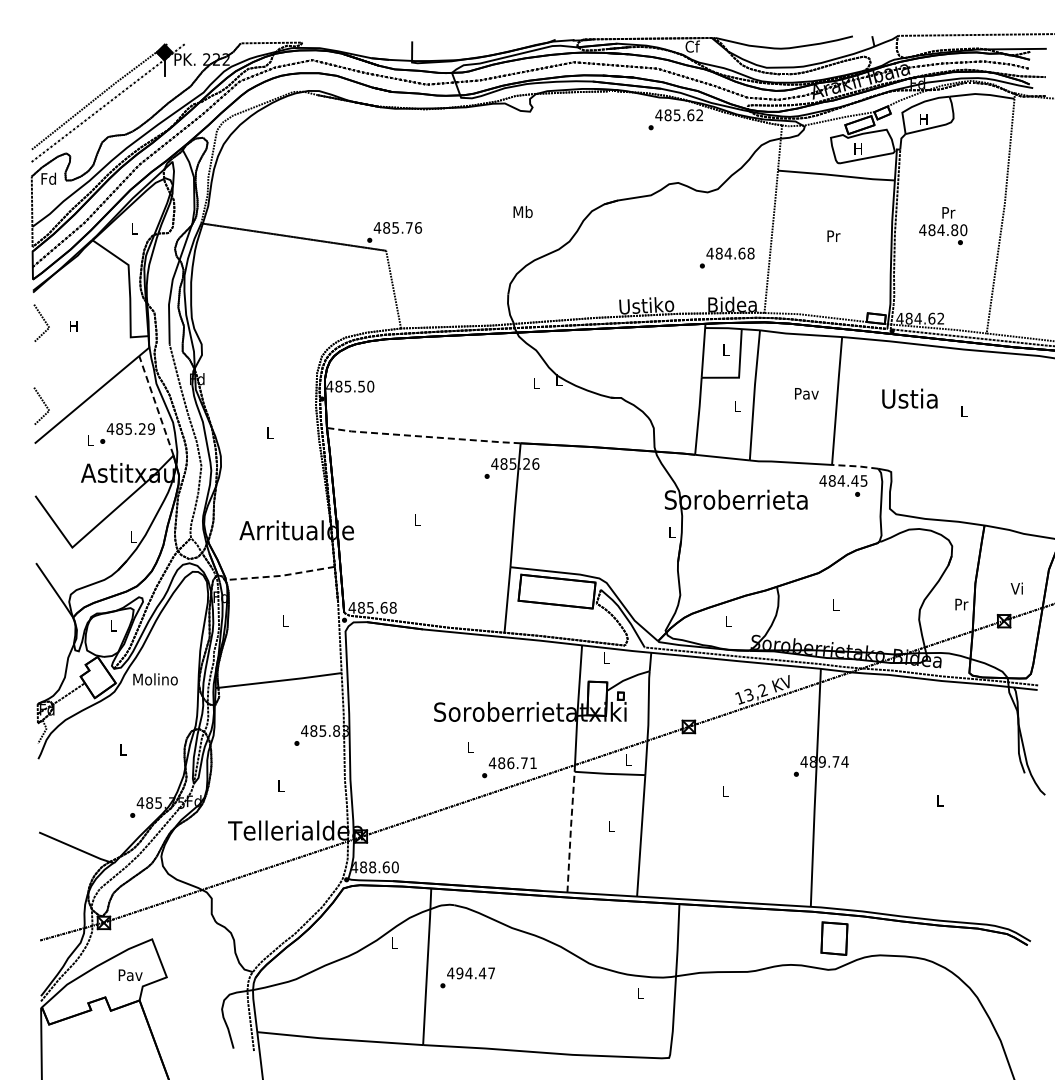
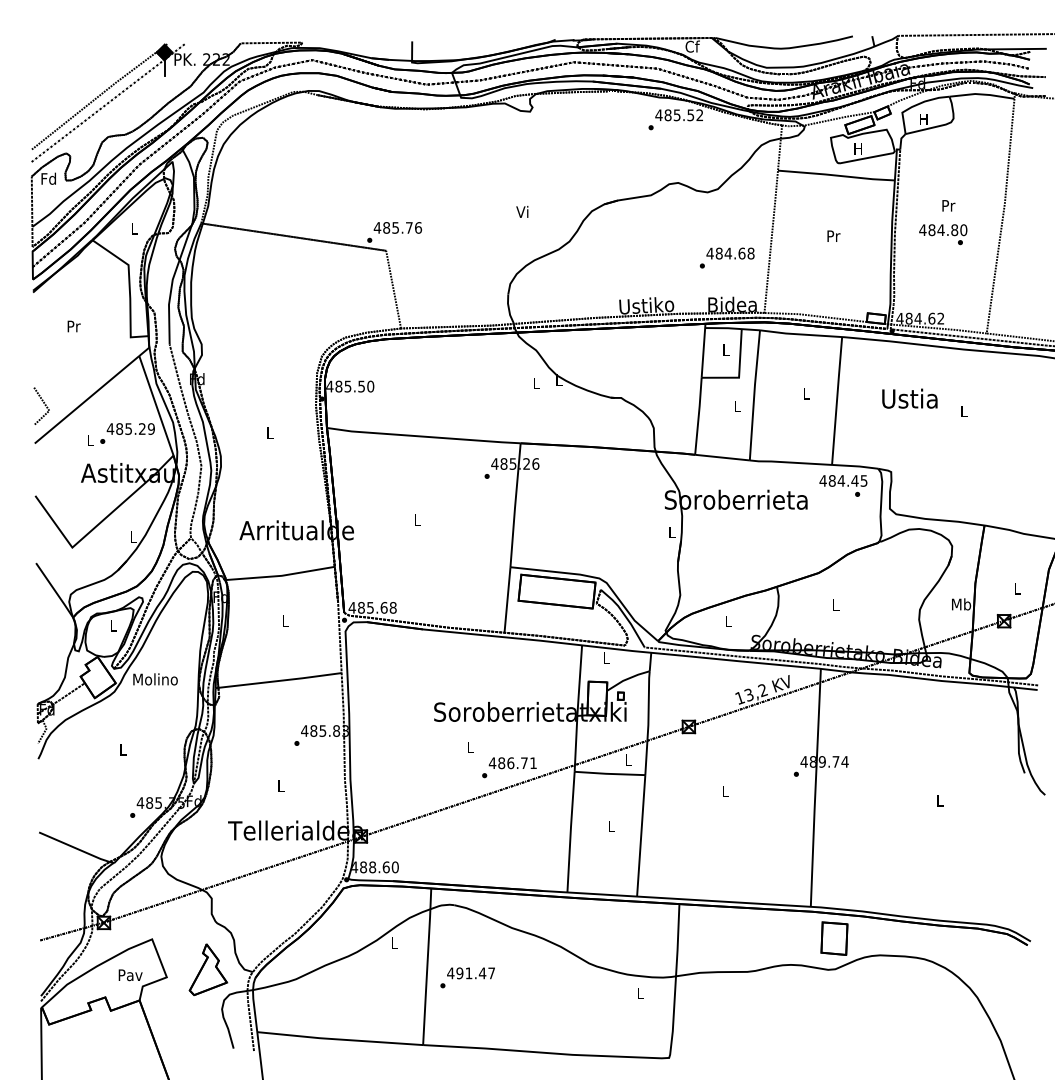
text at (690, 115): 485.62 -> 485.52
text at (522, 211): Mb -> Vi
text at (948, 212) position: (948, 212) -> (948, 205)
line at (43, 320): present -> none
text at (73, 326): H -> Pr
text at (806, 393): Pav -> L
line at (156, 405): dashed -> solid
line at (423, 436): dashed -> solid
line at (855, 466): dashed -> solid
line at (280, 575): dashed -> solid
text at (1016, 588): Vi -> L
text at (961, 604): Pr -> Mb
line at (570, 831): dashed -> solid
part at (208, 969): none -> present
text at (468, 973): 494.47 -> 491.47
